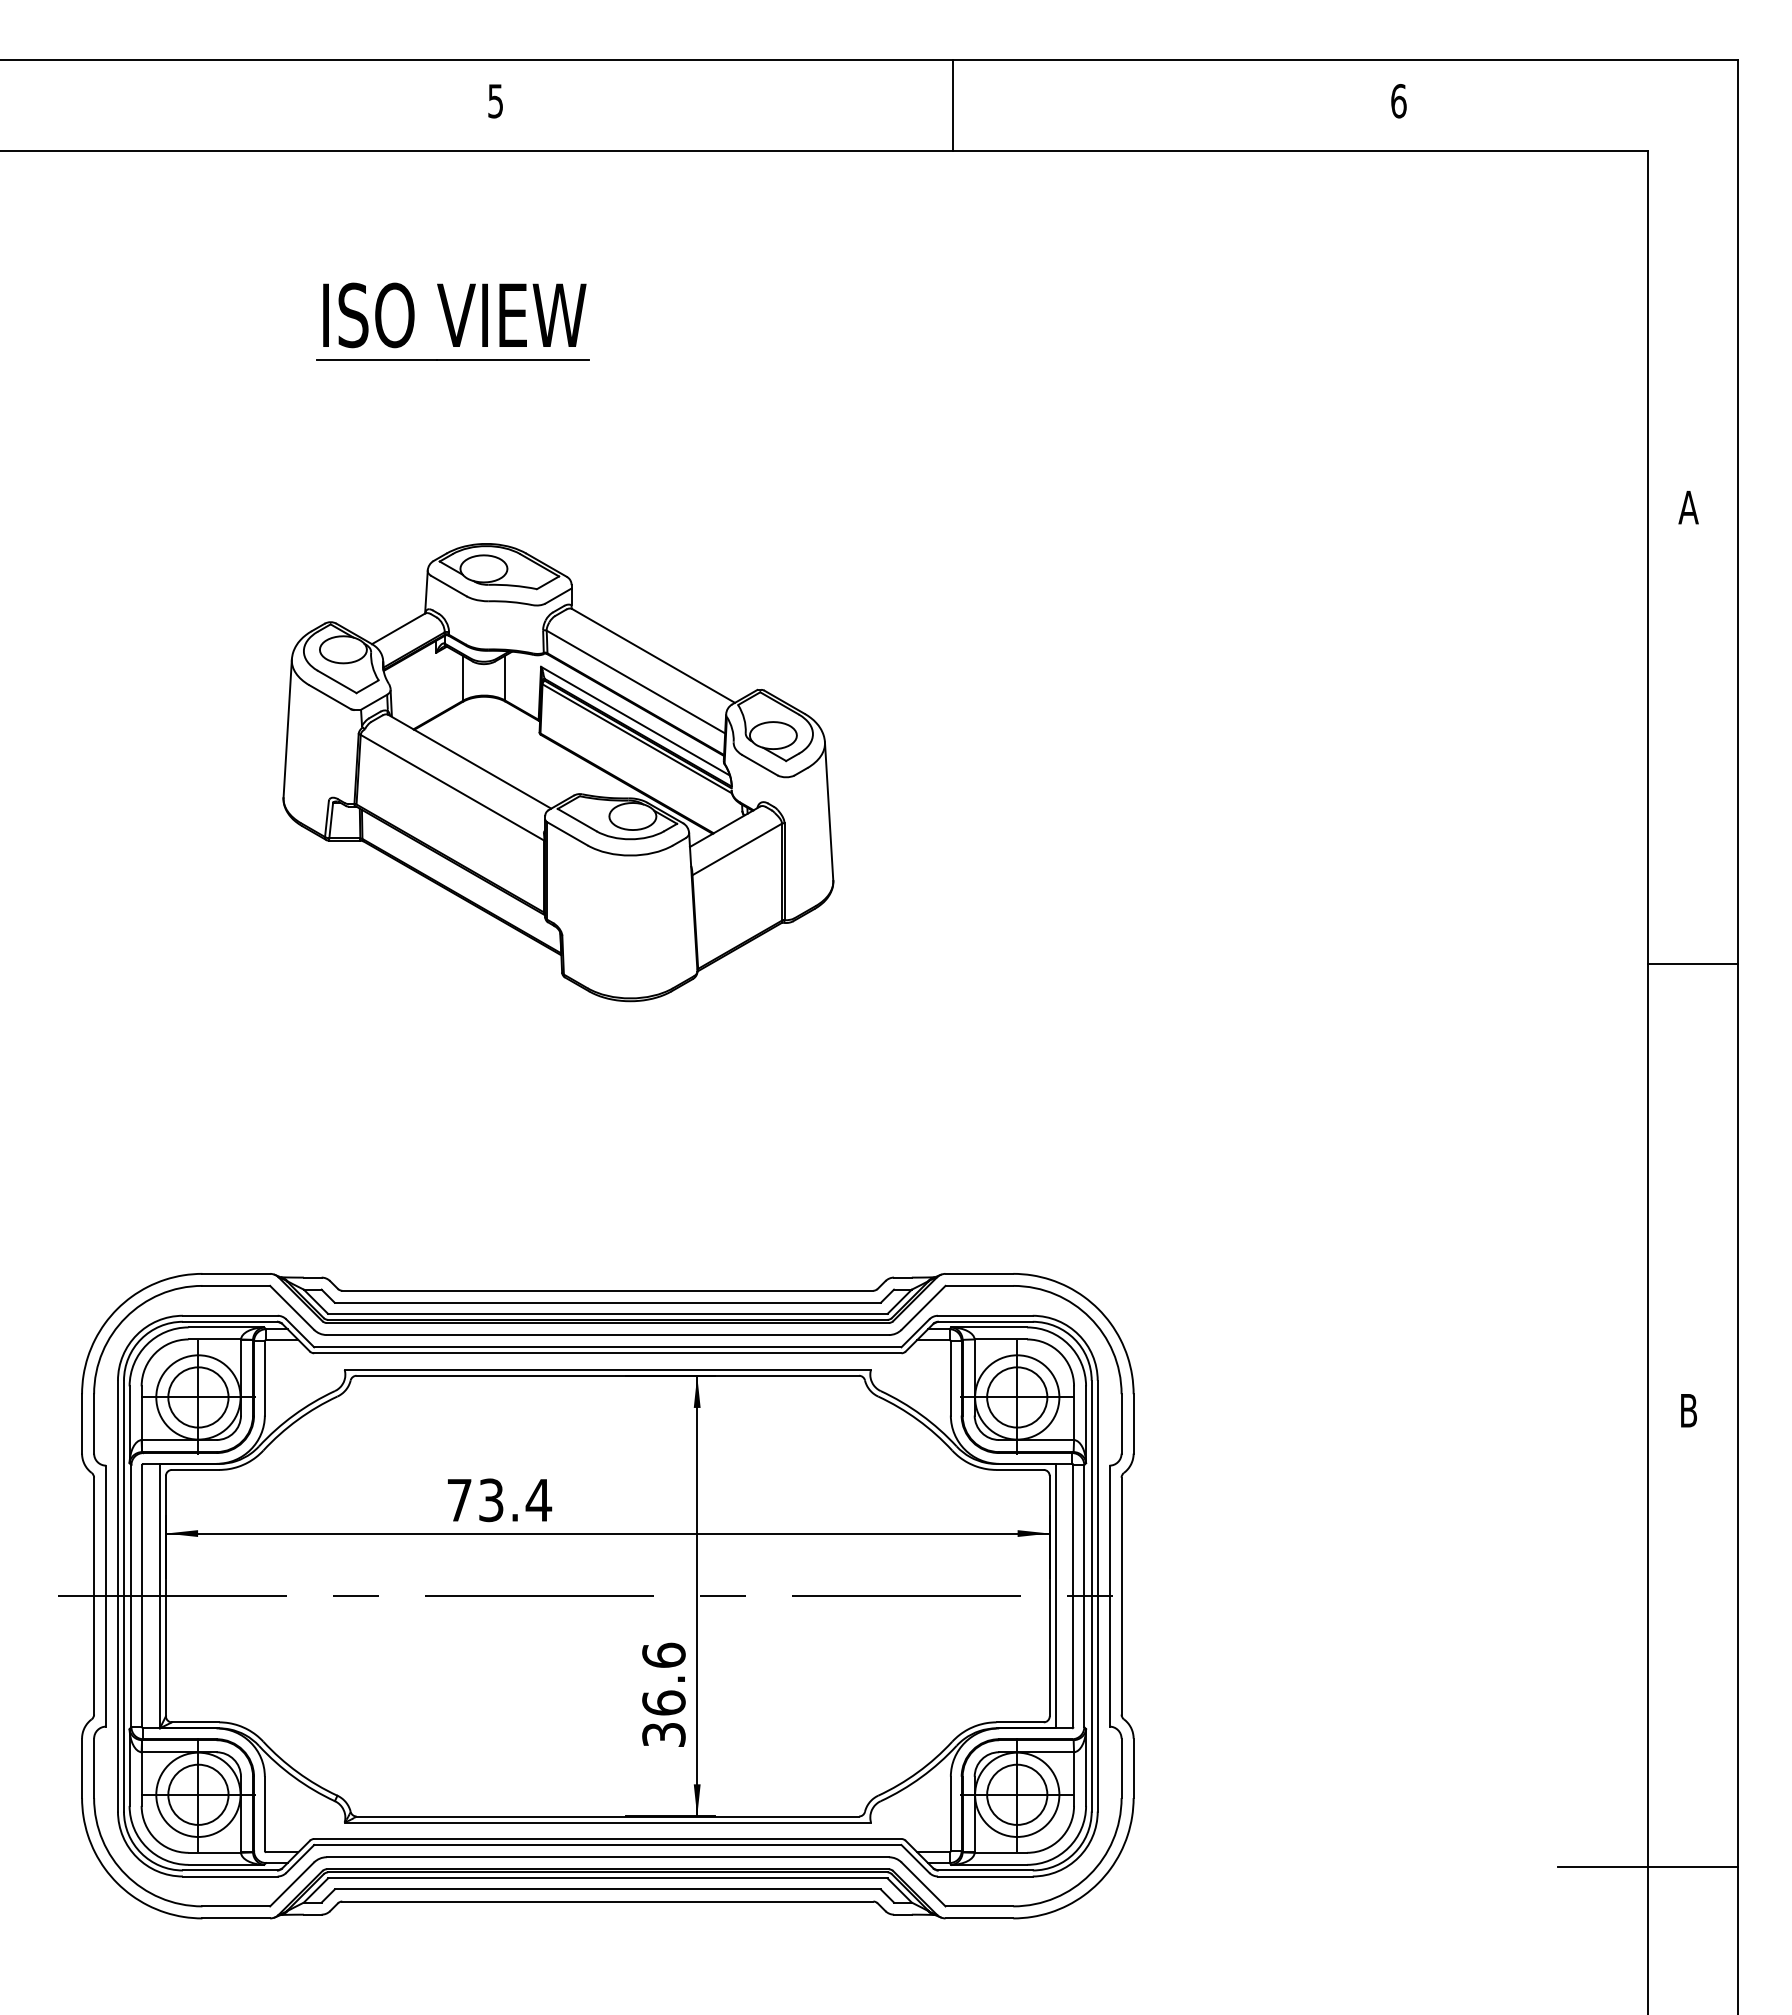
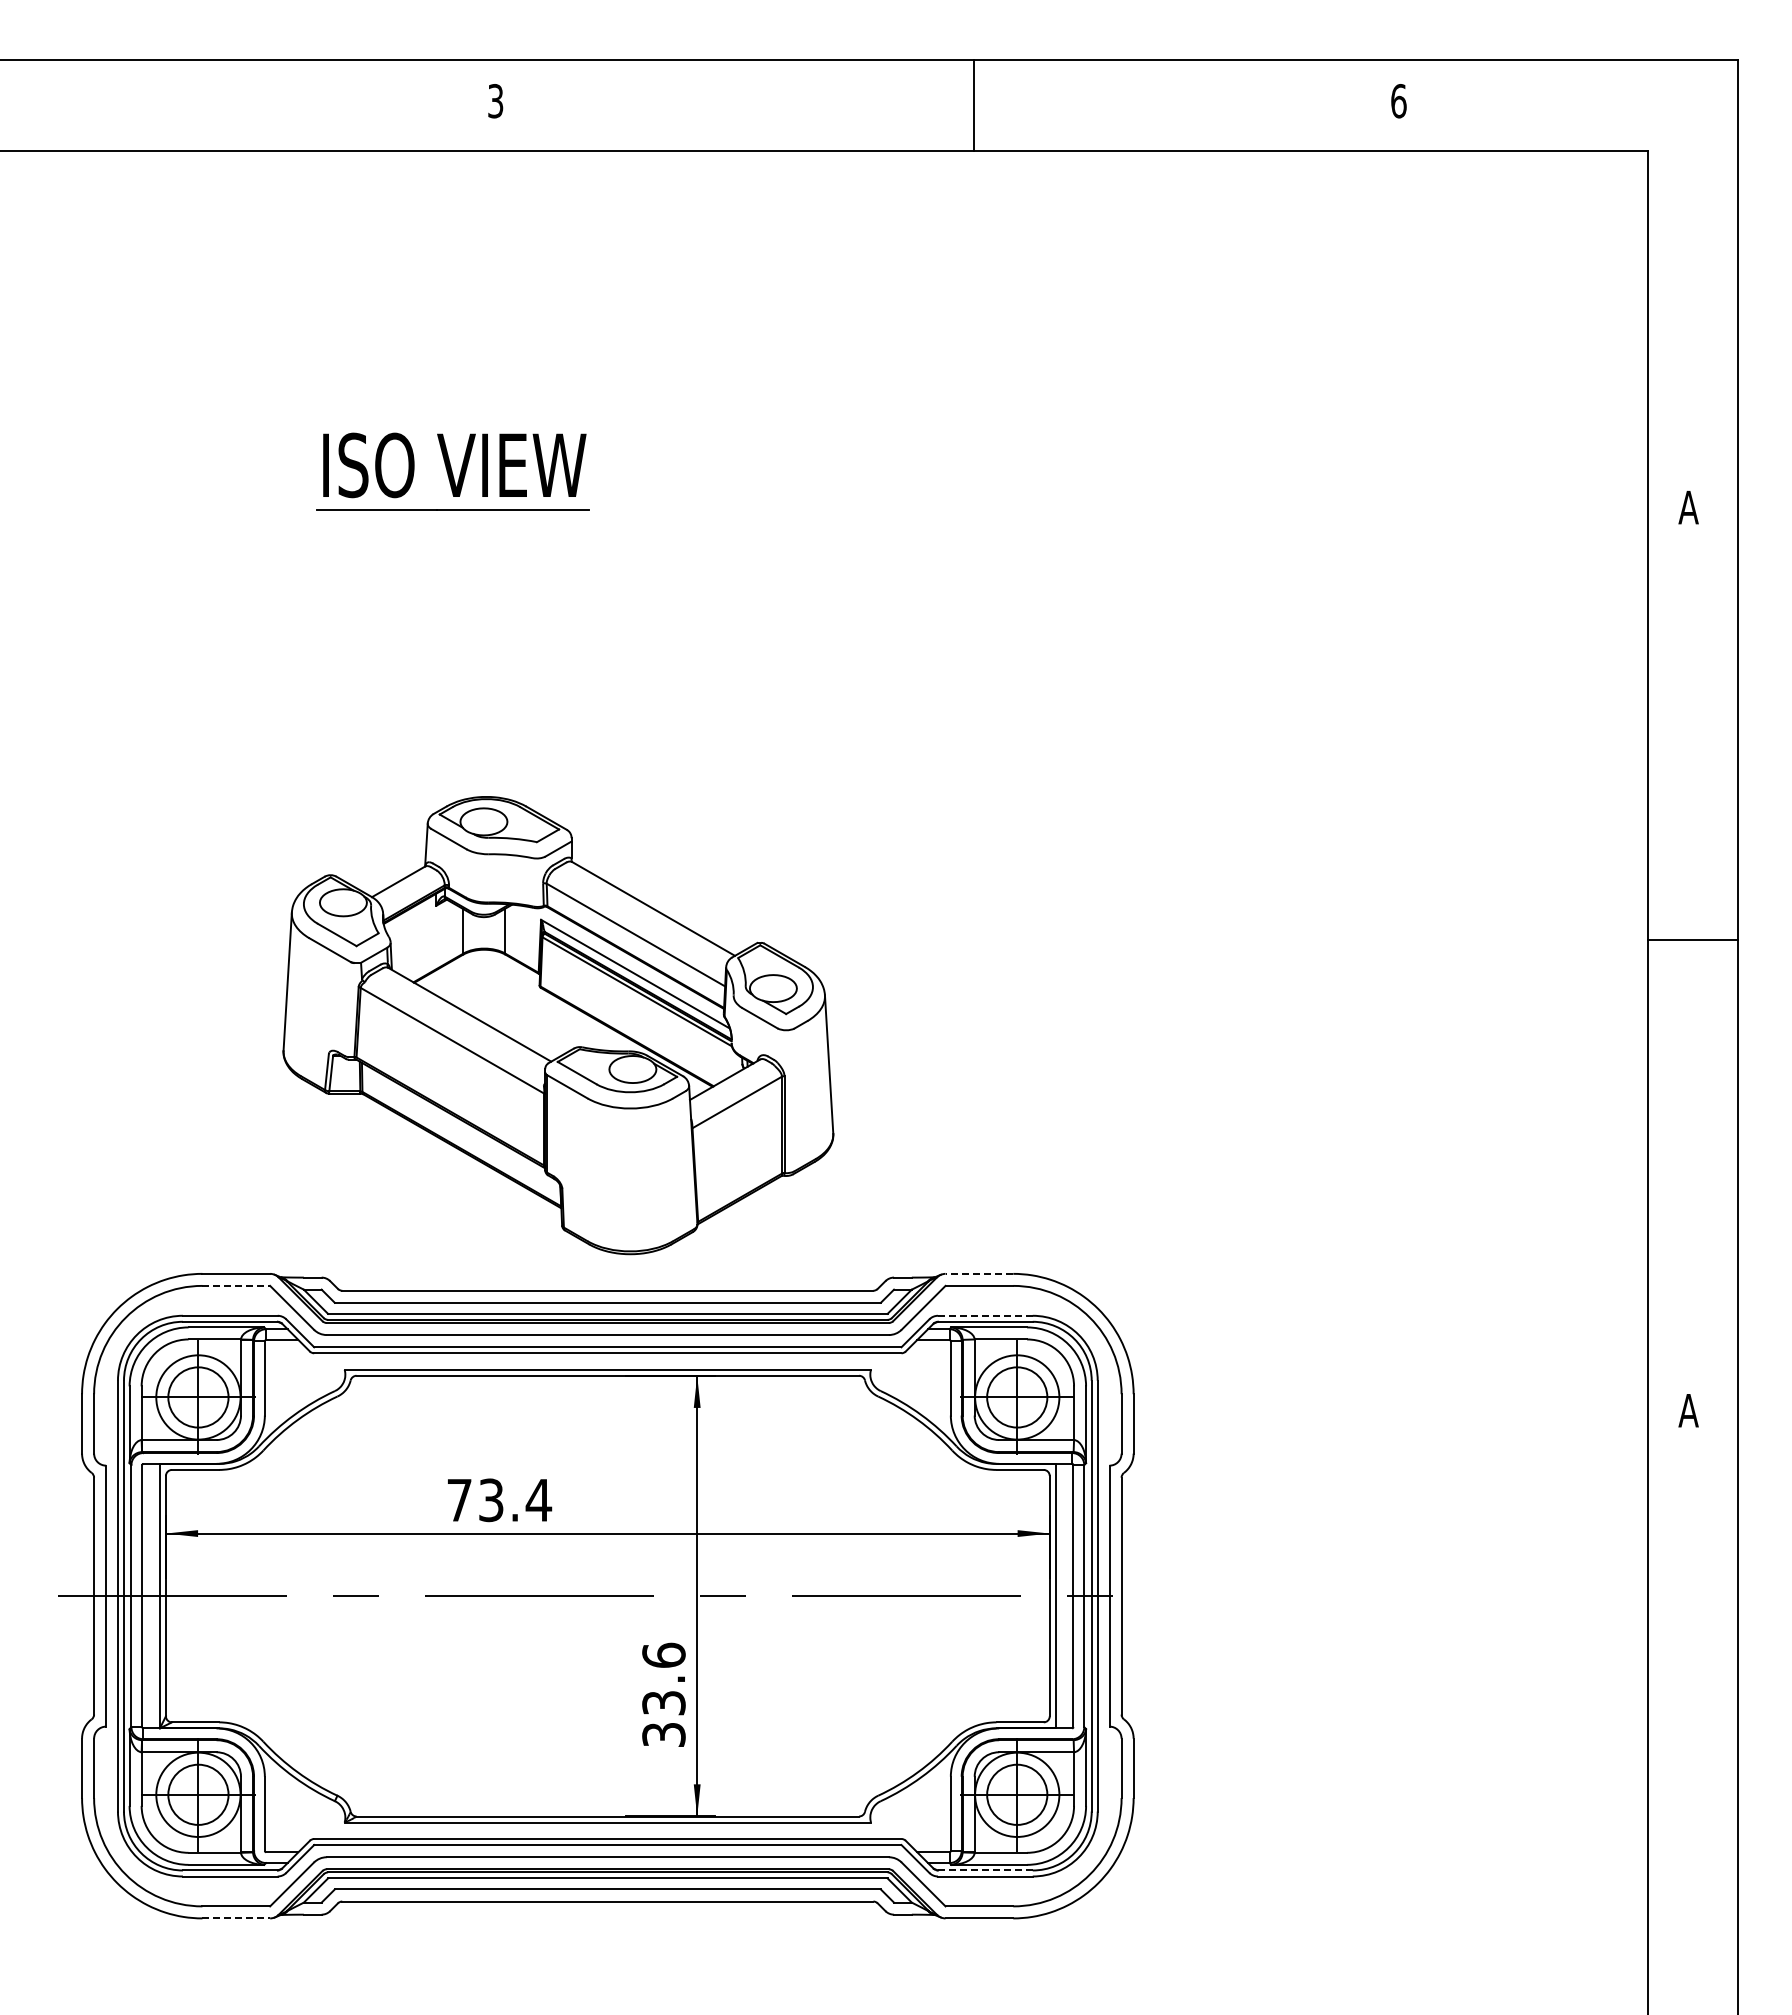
text at (495, 100): 5 -> 3
line at (952, 105) position: (952, 105) -> (973, 105)
part at (452, 321) position: (452, 321) -> (452, 471)
part at (558, 772) position: (558, 772) -> (558, 1025)
line at (1692, 963) position: (1692, 963) -> (1692, 939)
line at (979, 1273): solid -> dashed
line at (236, 1285): solid -> dashed
line at (984, 1315): solid -> dashed
text at (1688, 1410): B -> A
text at (663, 1702): 36.6 -> 33.6
line at (1647, 1866): present -> none
line at (984, 1870): solid -> dashed
line at (236, 1918): solid -> dashed
